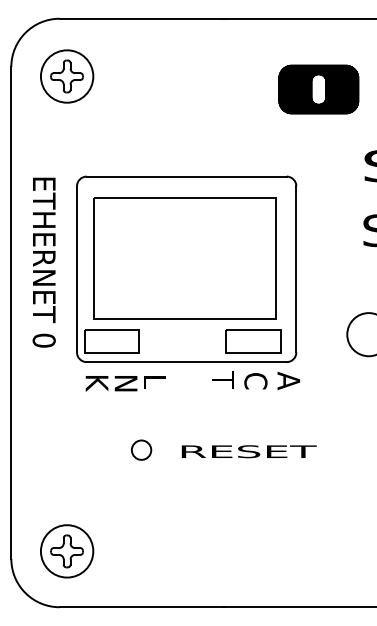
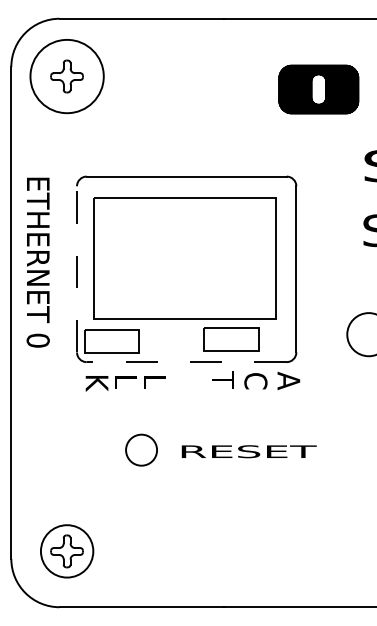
circle at (66, 76) diameter: 52 px -> 73 px
text at (43, 262) position: (43, 262) -> (37, 262)
line at (77, 268): solid -> dashed
part at (253, 341) position: (253, 341) -> (231, 339)
line at (186, 362): solid -> dashed
text at (125, 383): N -> L
circle at (141, 449) diameter: 19 px -> 31 px
